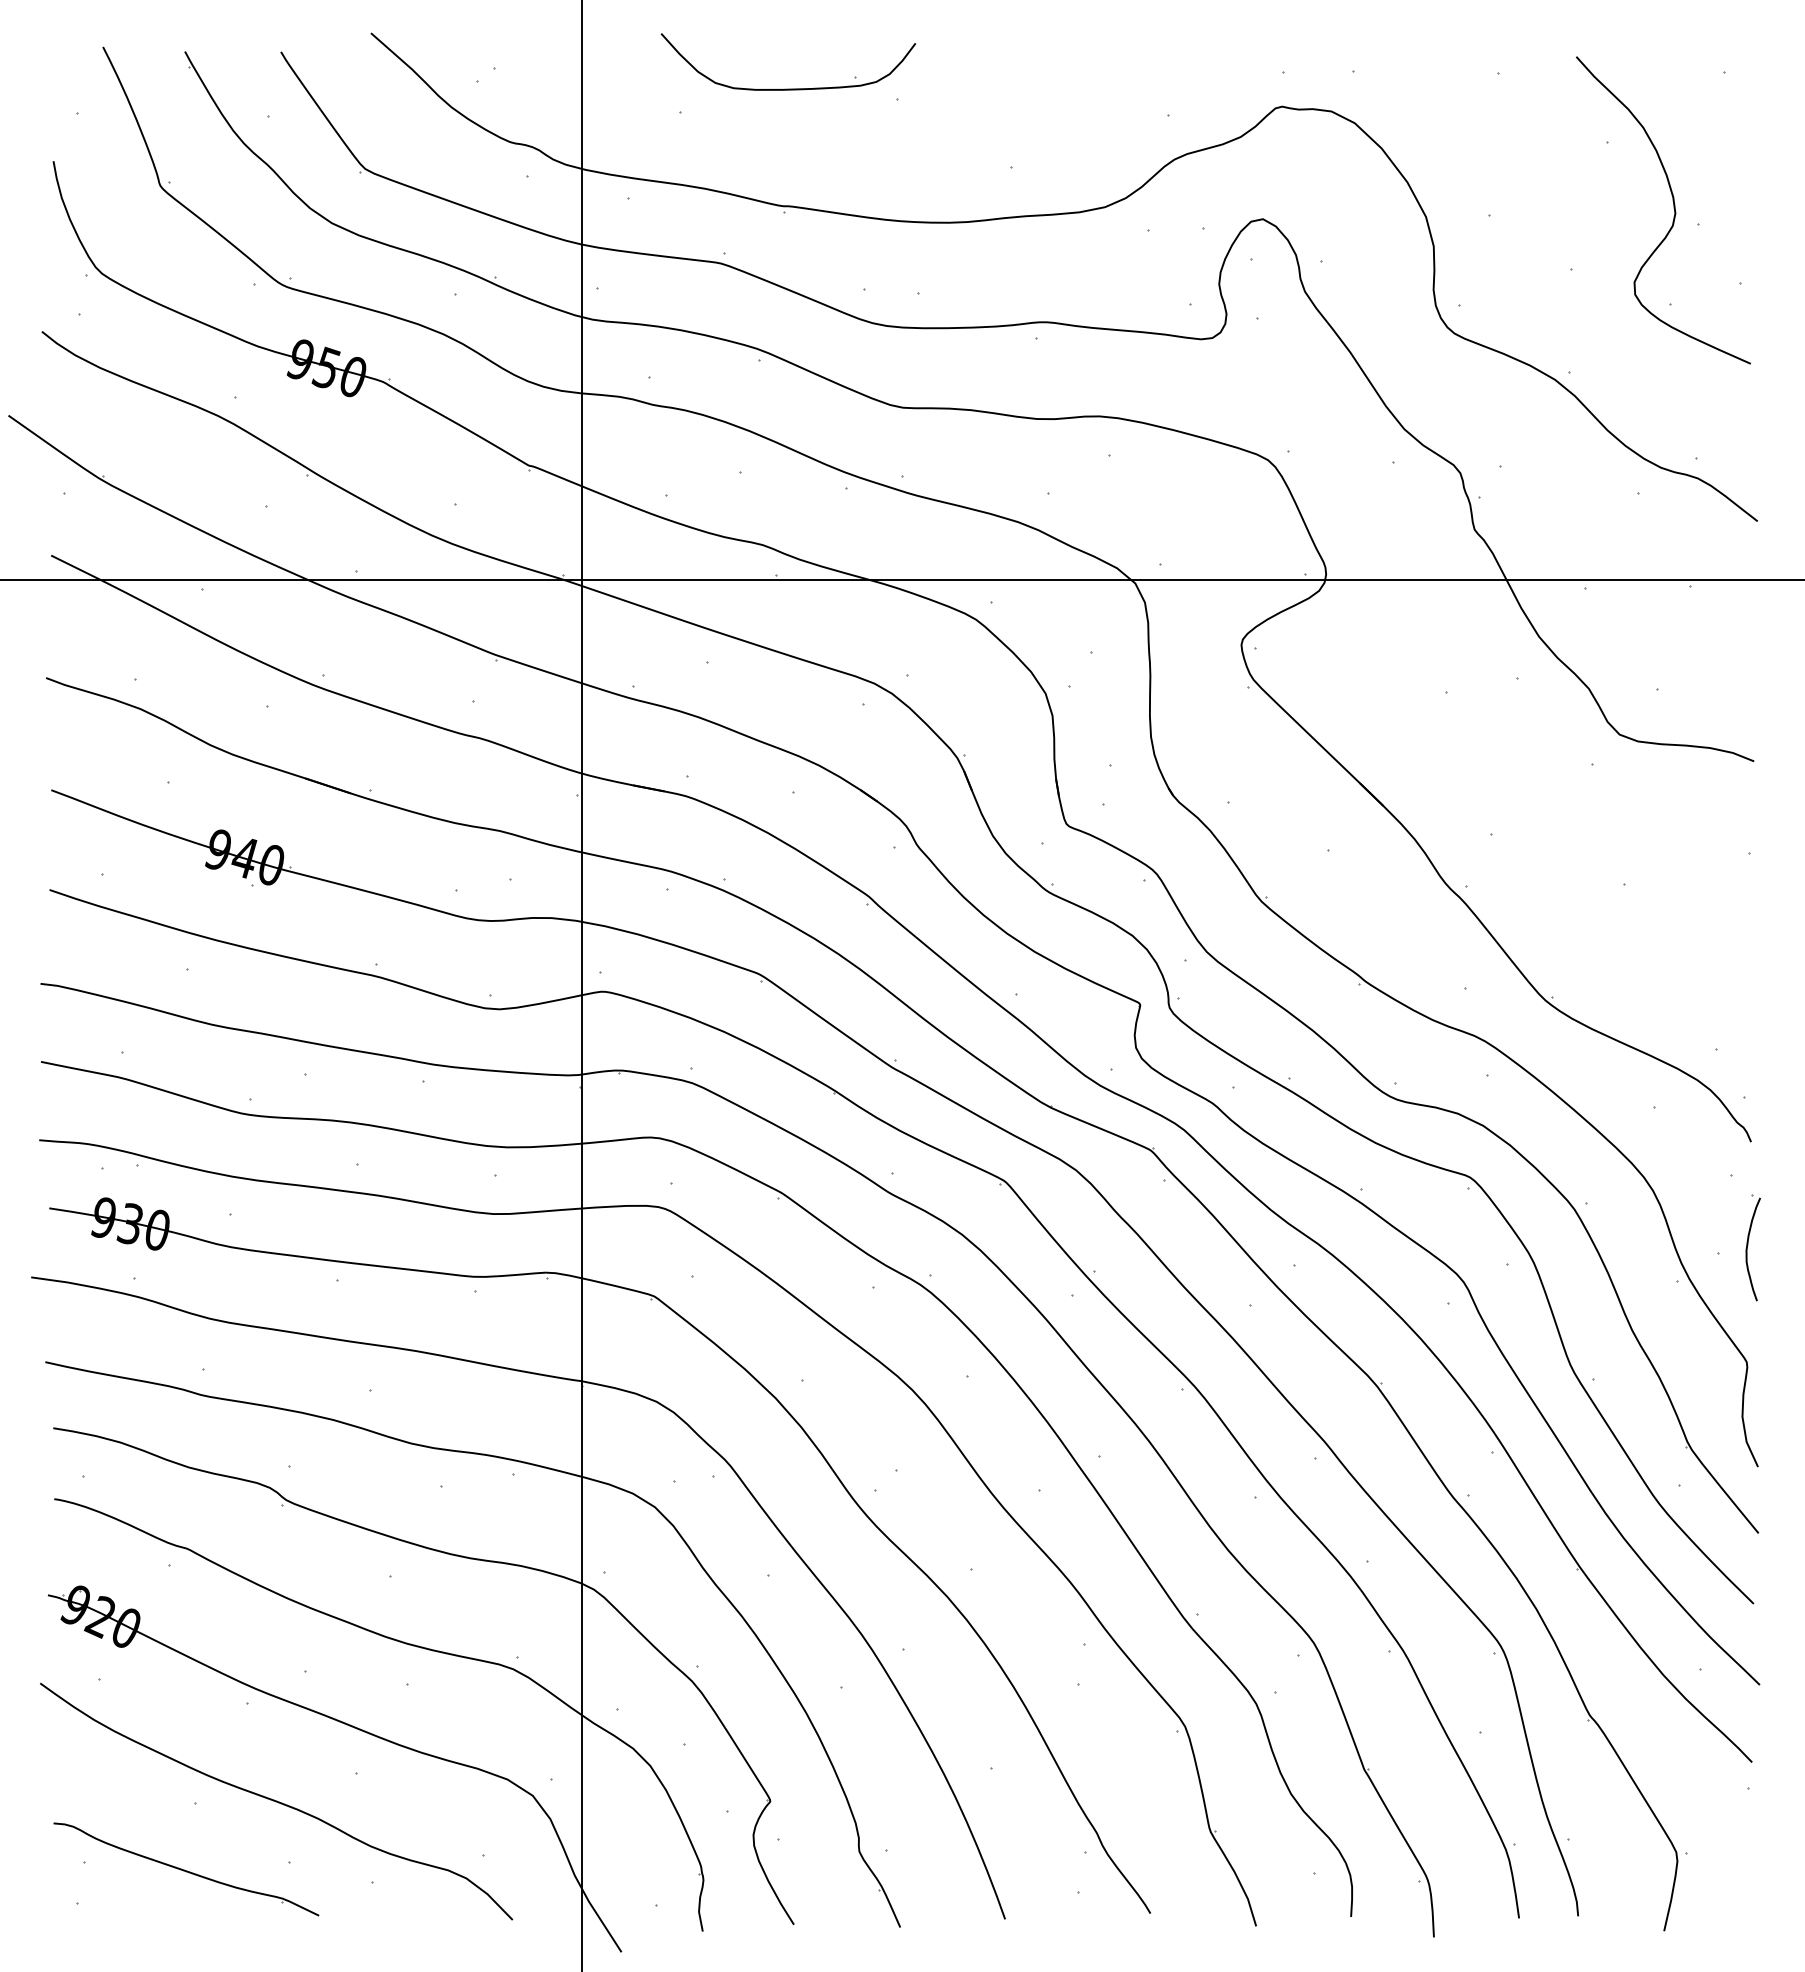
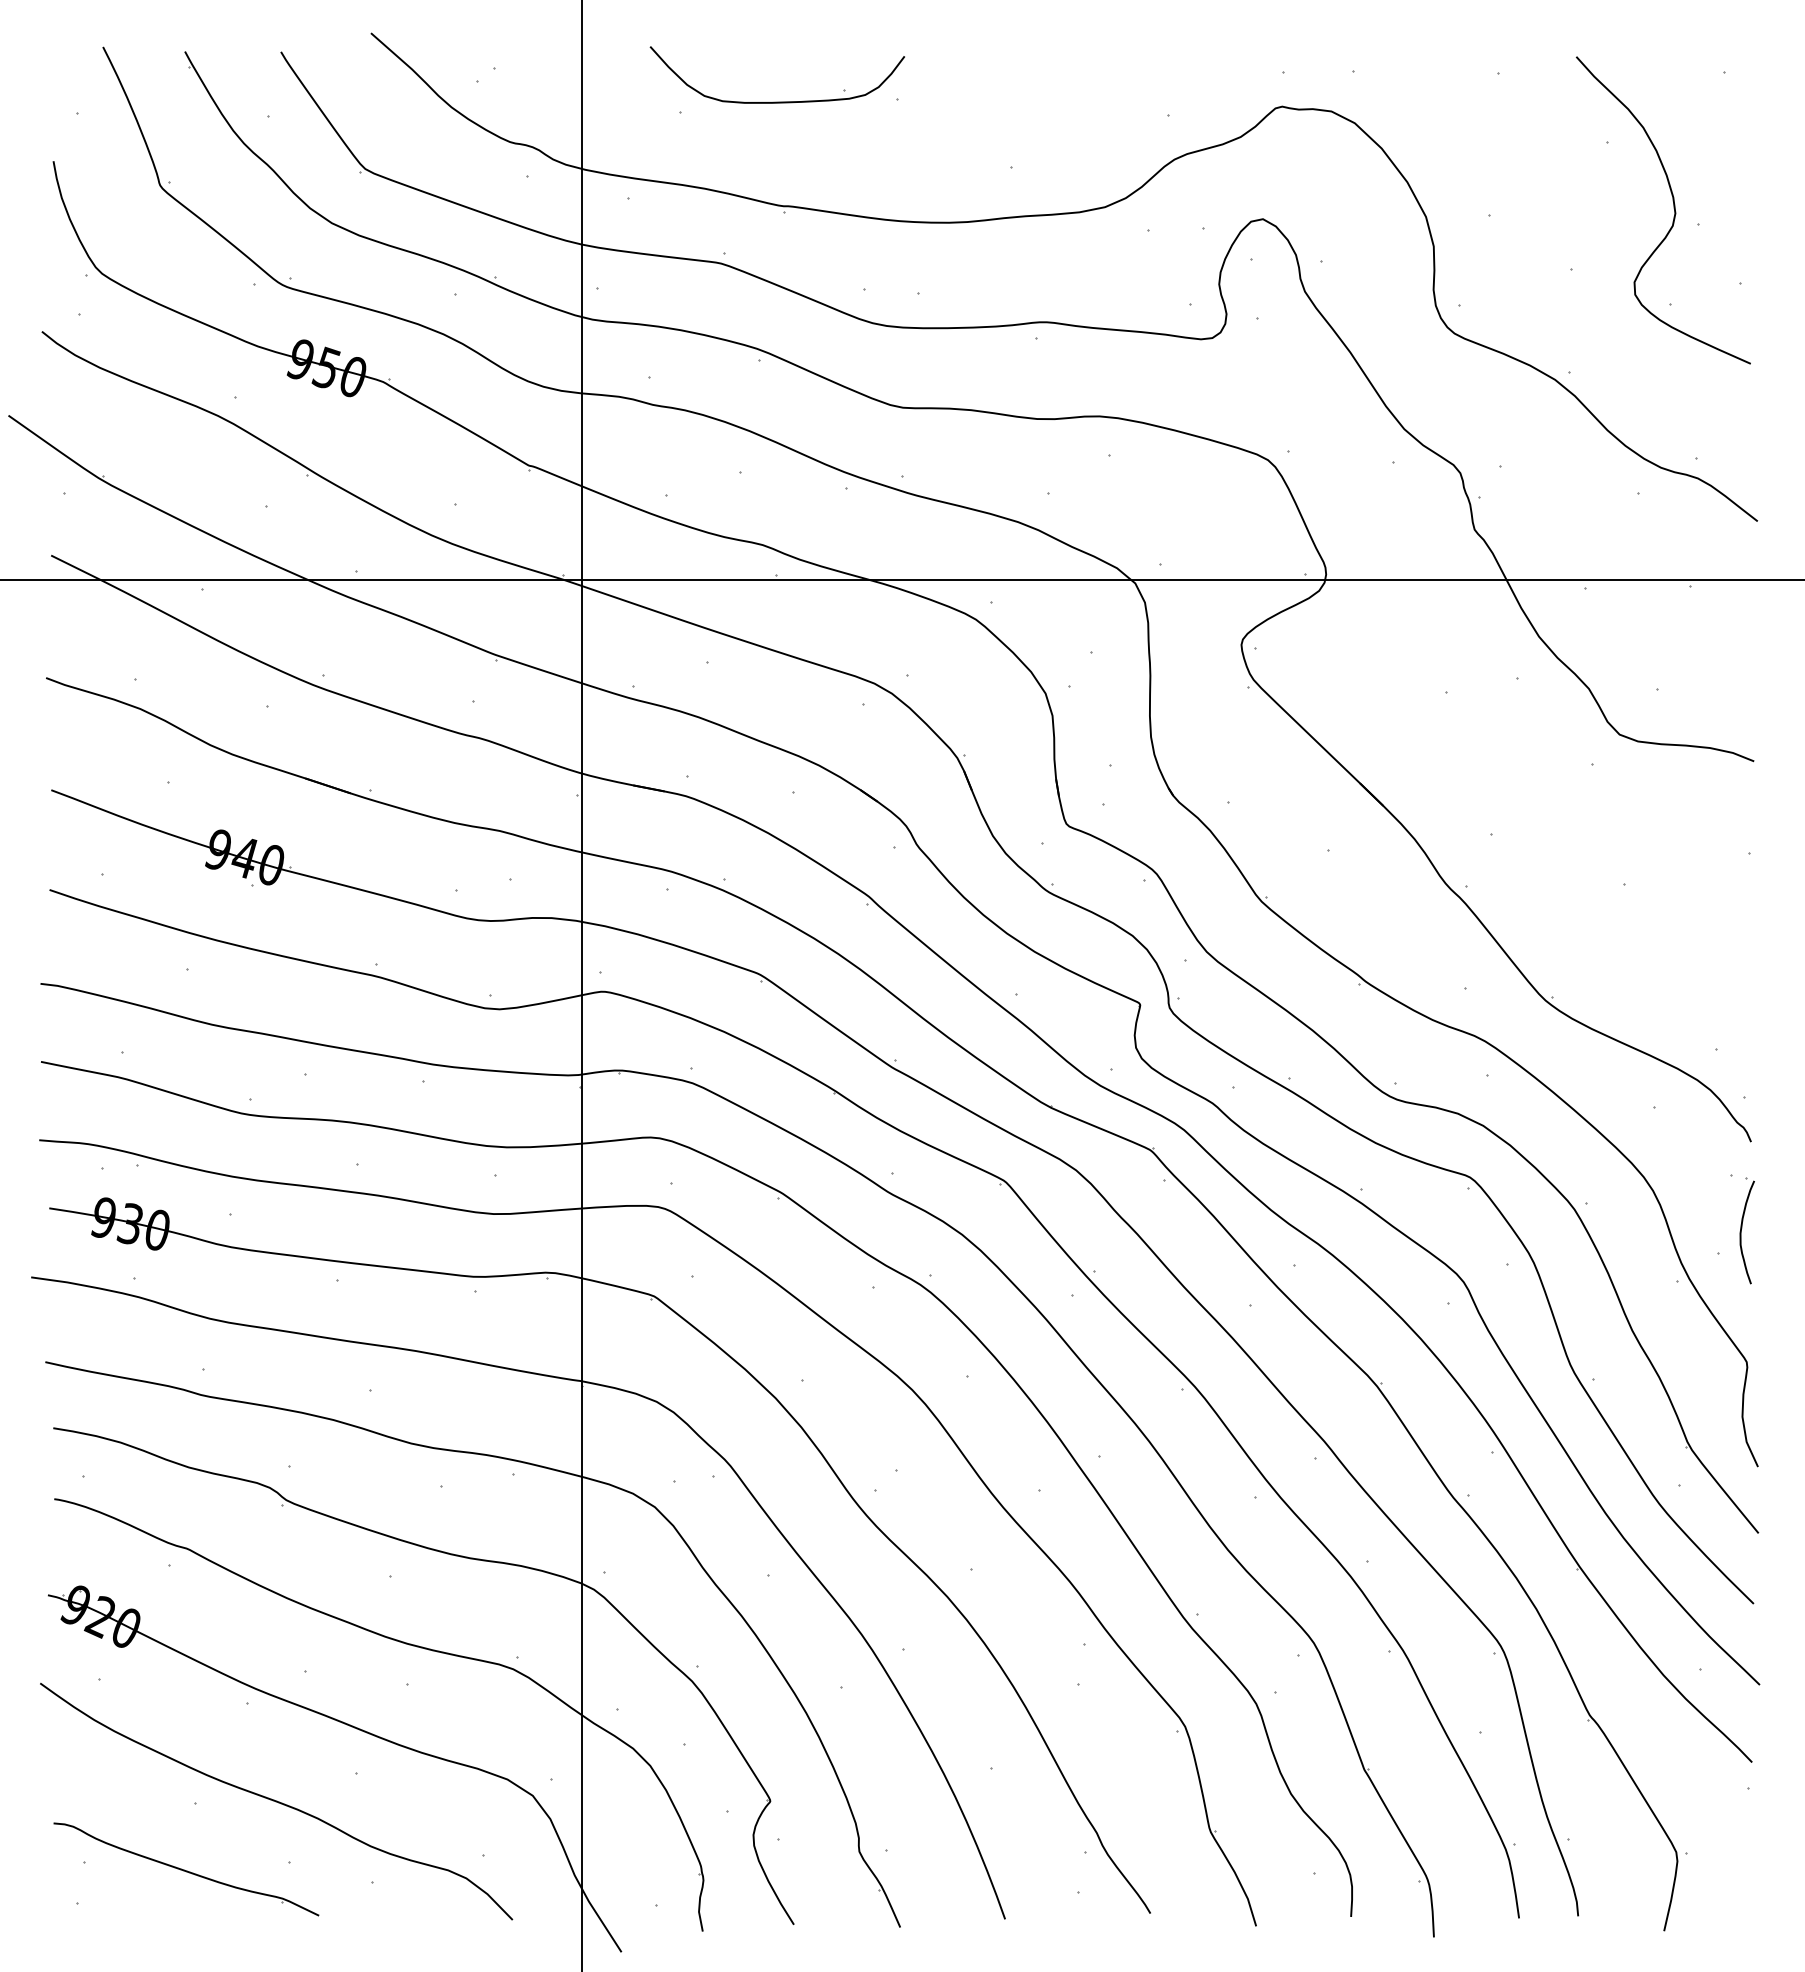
part at (787, 88) position: (787, 88) -> (776, 101)
part at (1752, 1247) position: (1752, 1247) -> (1746, 1230)
